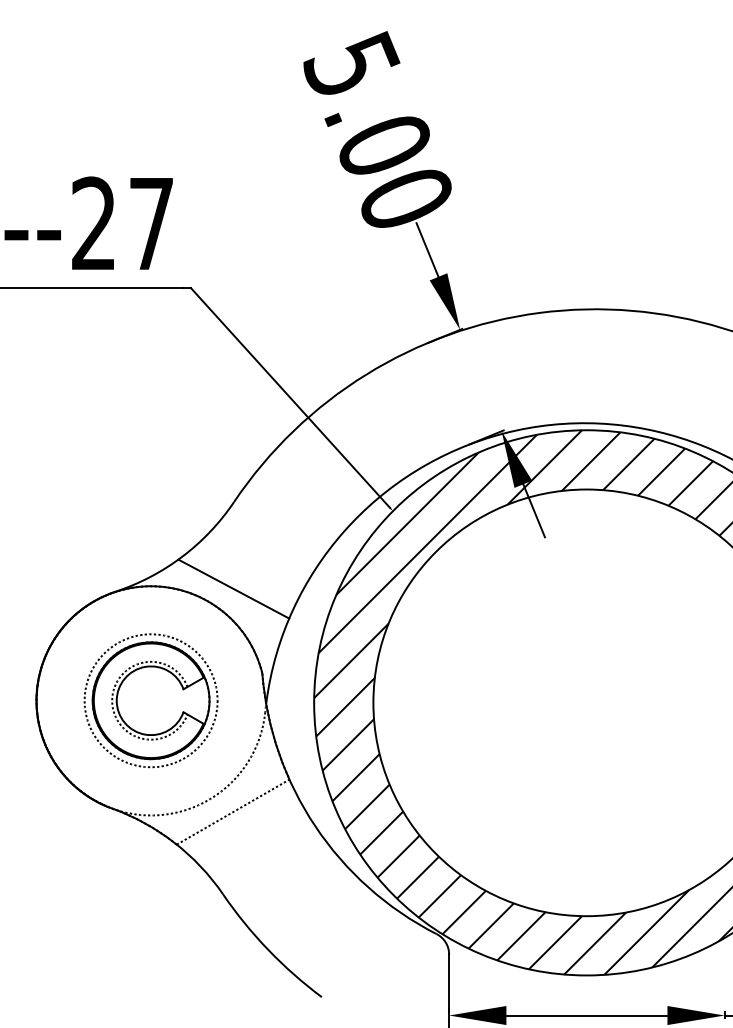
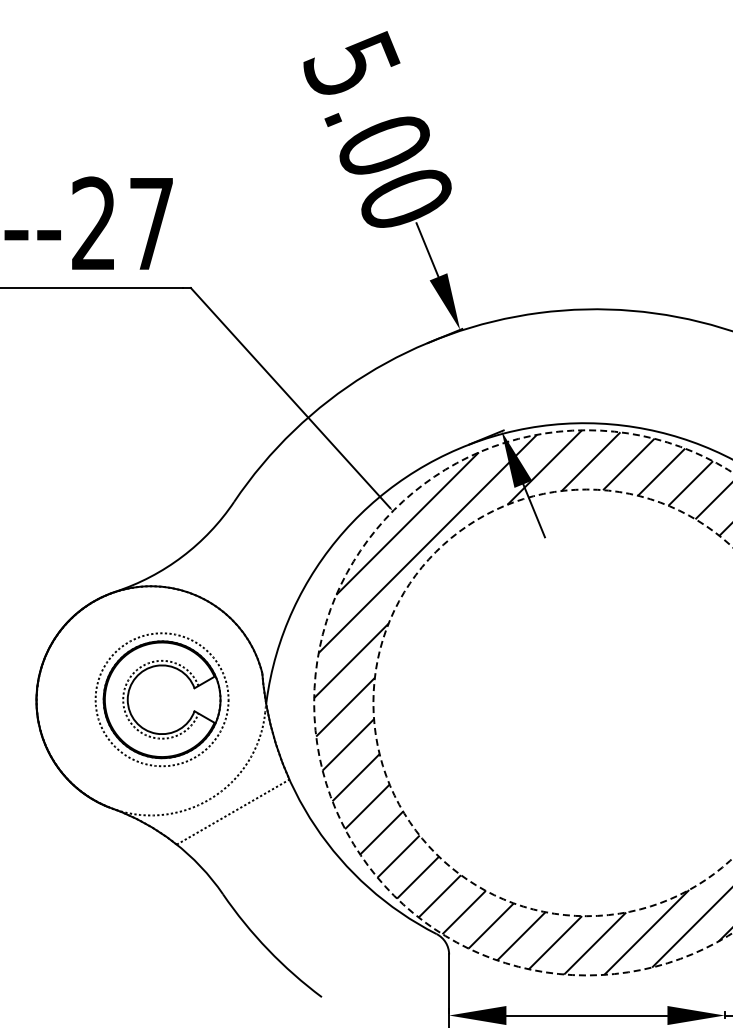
line at (233, 588): present -> none
part at (150, 700) position: (150, 700) -> (161, 699)
circle at (523, 702): solid -> dashed
circle at (552, 702): solid -> dashed
